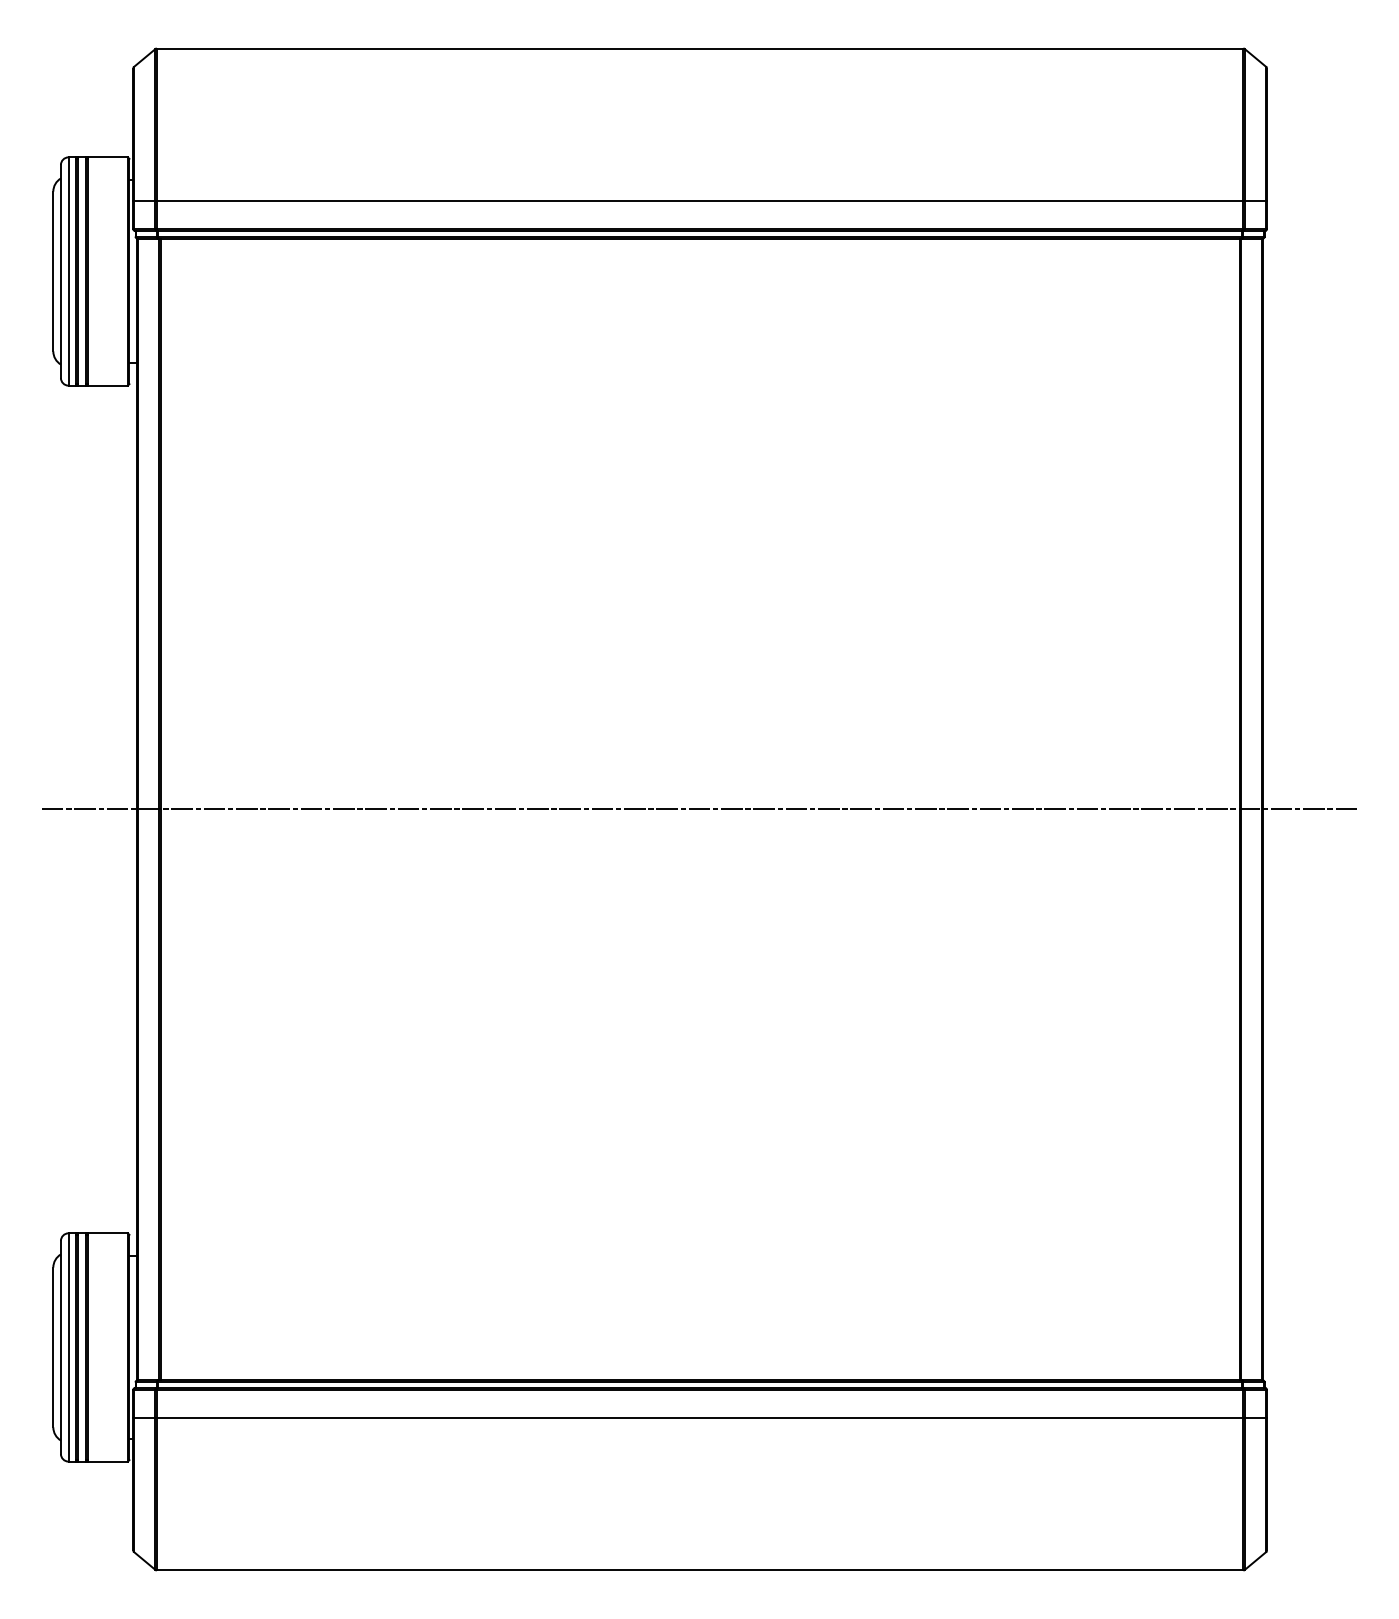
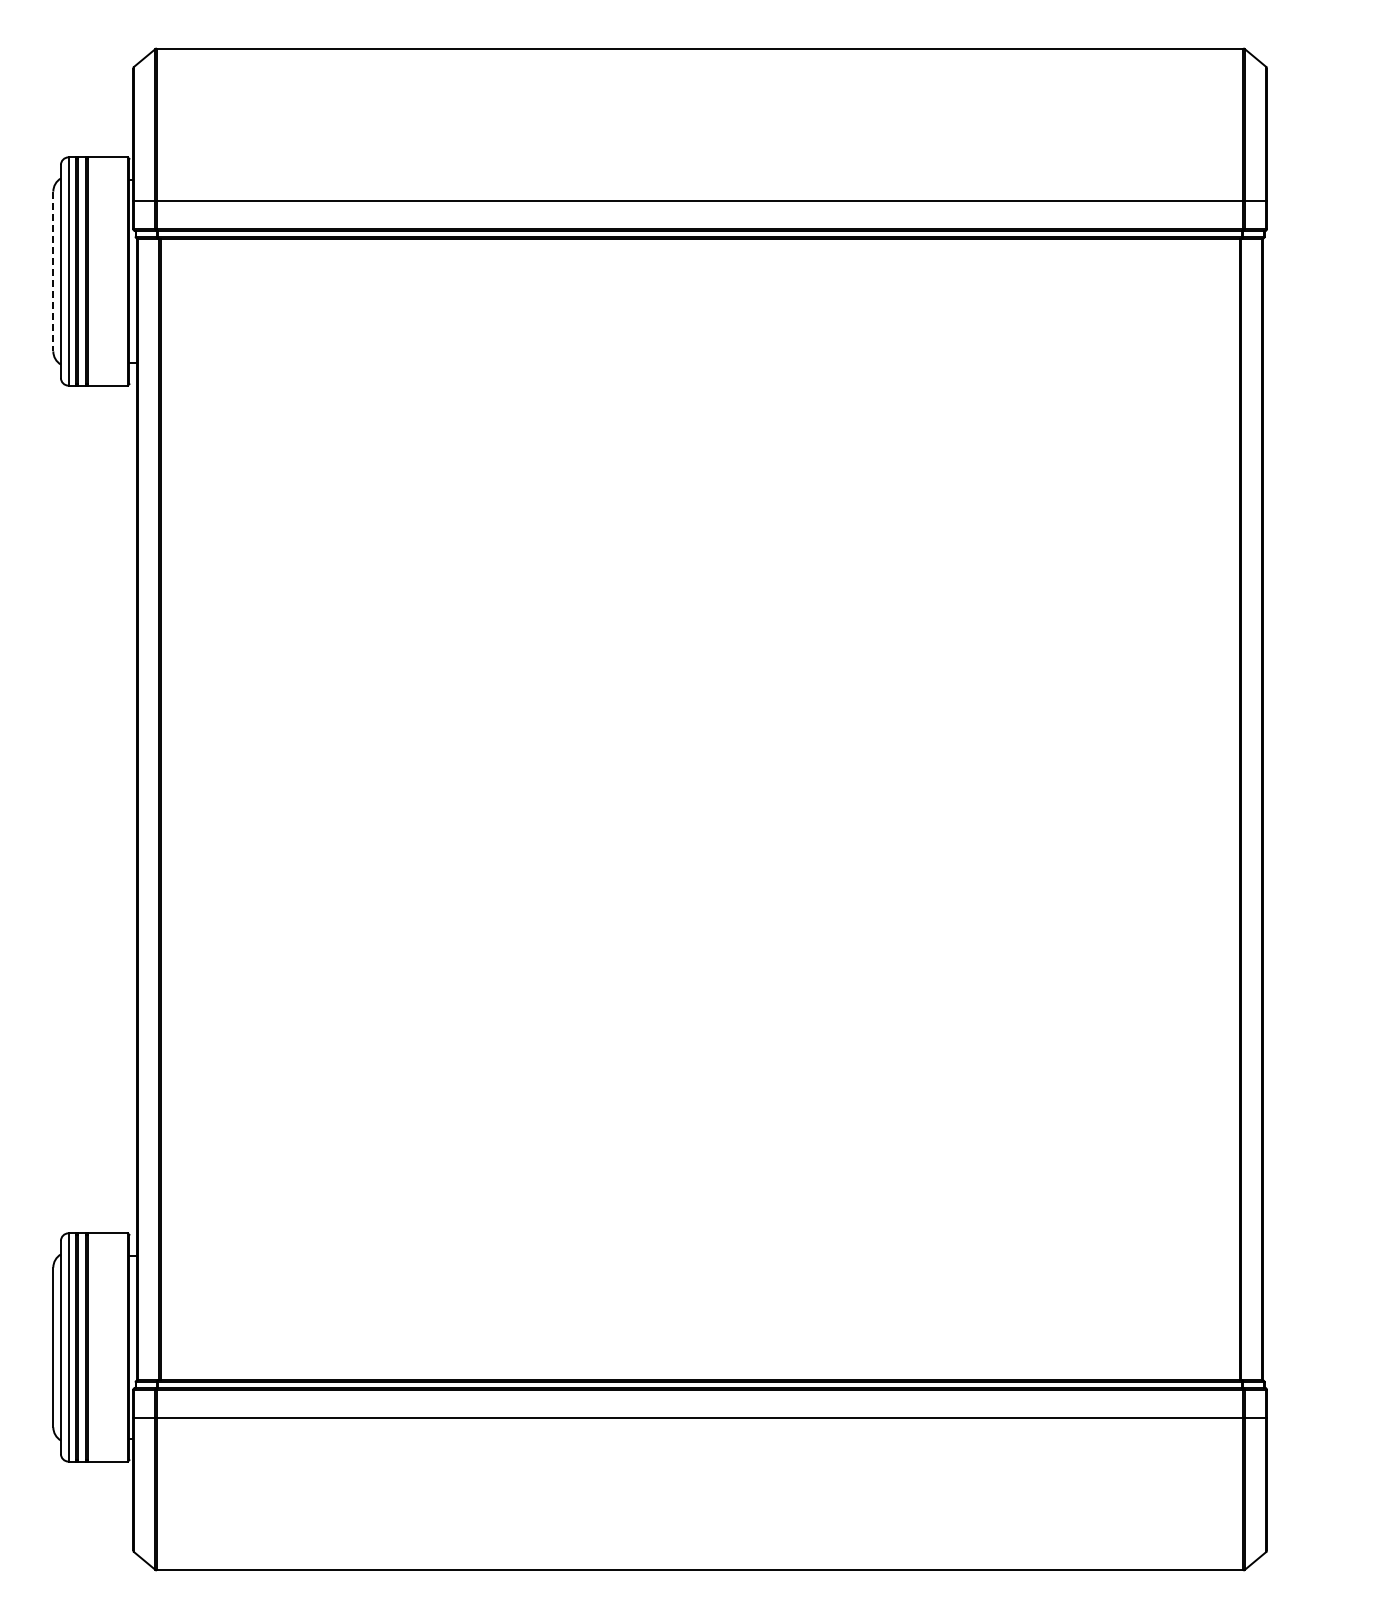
line at (53, 271): solid -> dashed
line at (699, 809): present -> none
